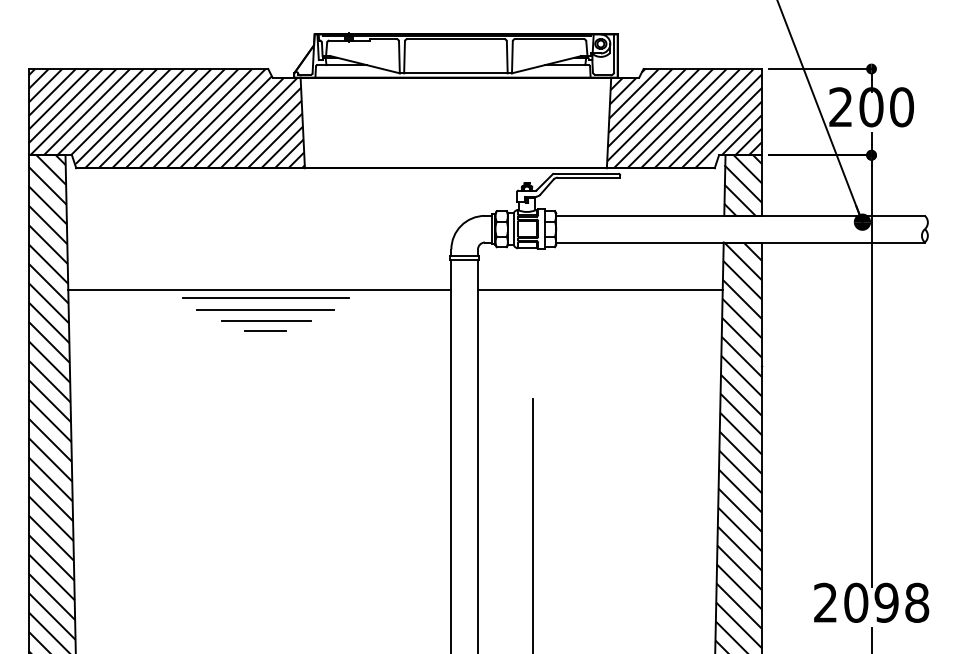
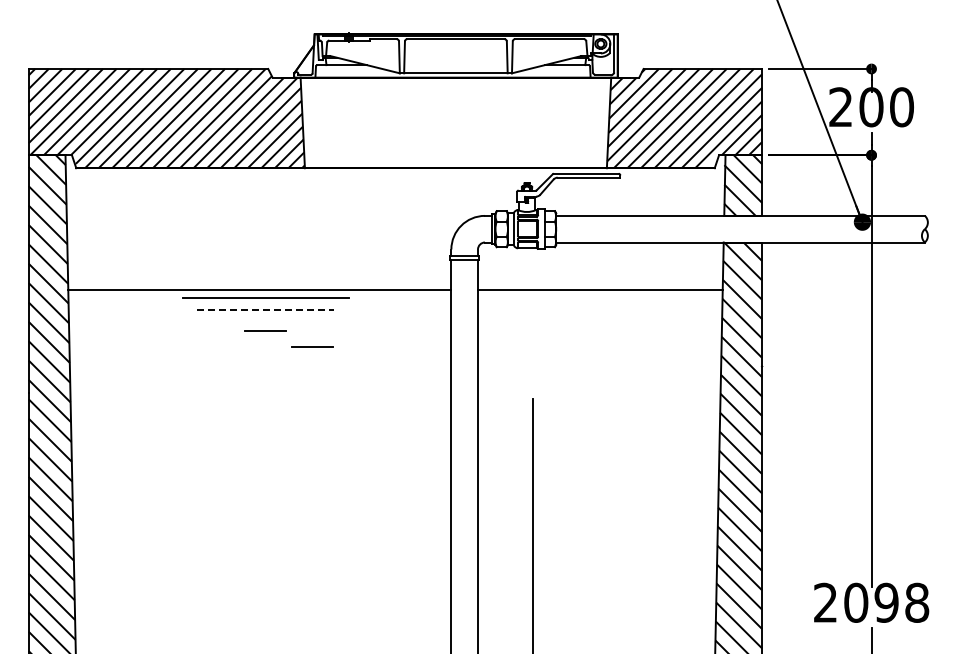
line at (265, 309): solid -> dashed
line at (266, 320): present -> none
line at (312, 346): none -> present
